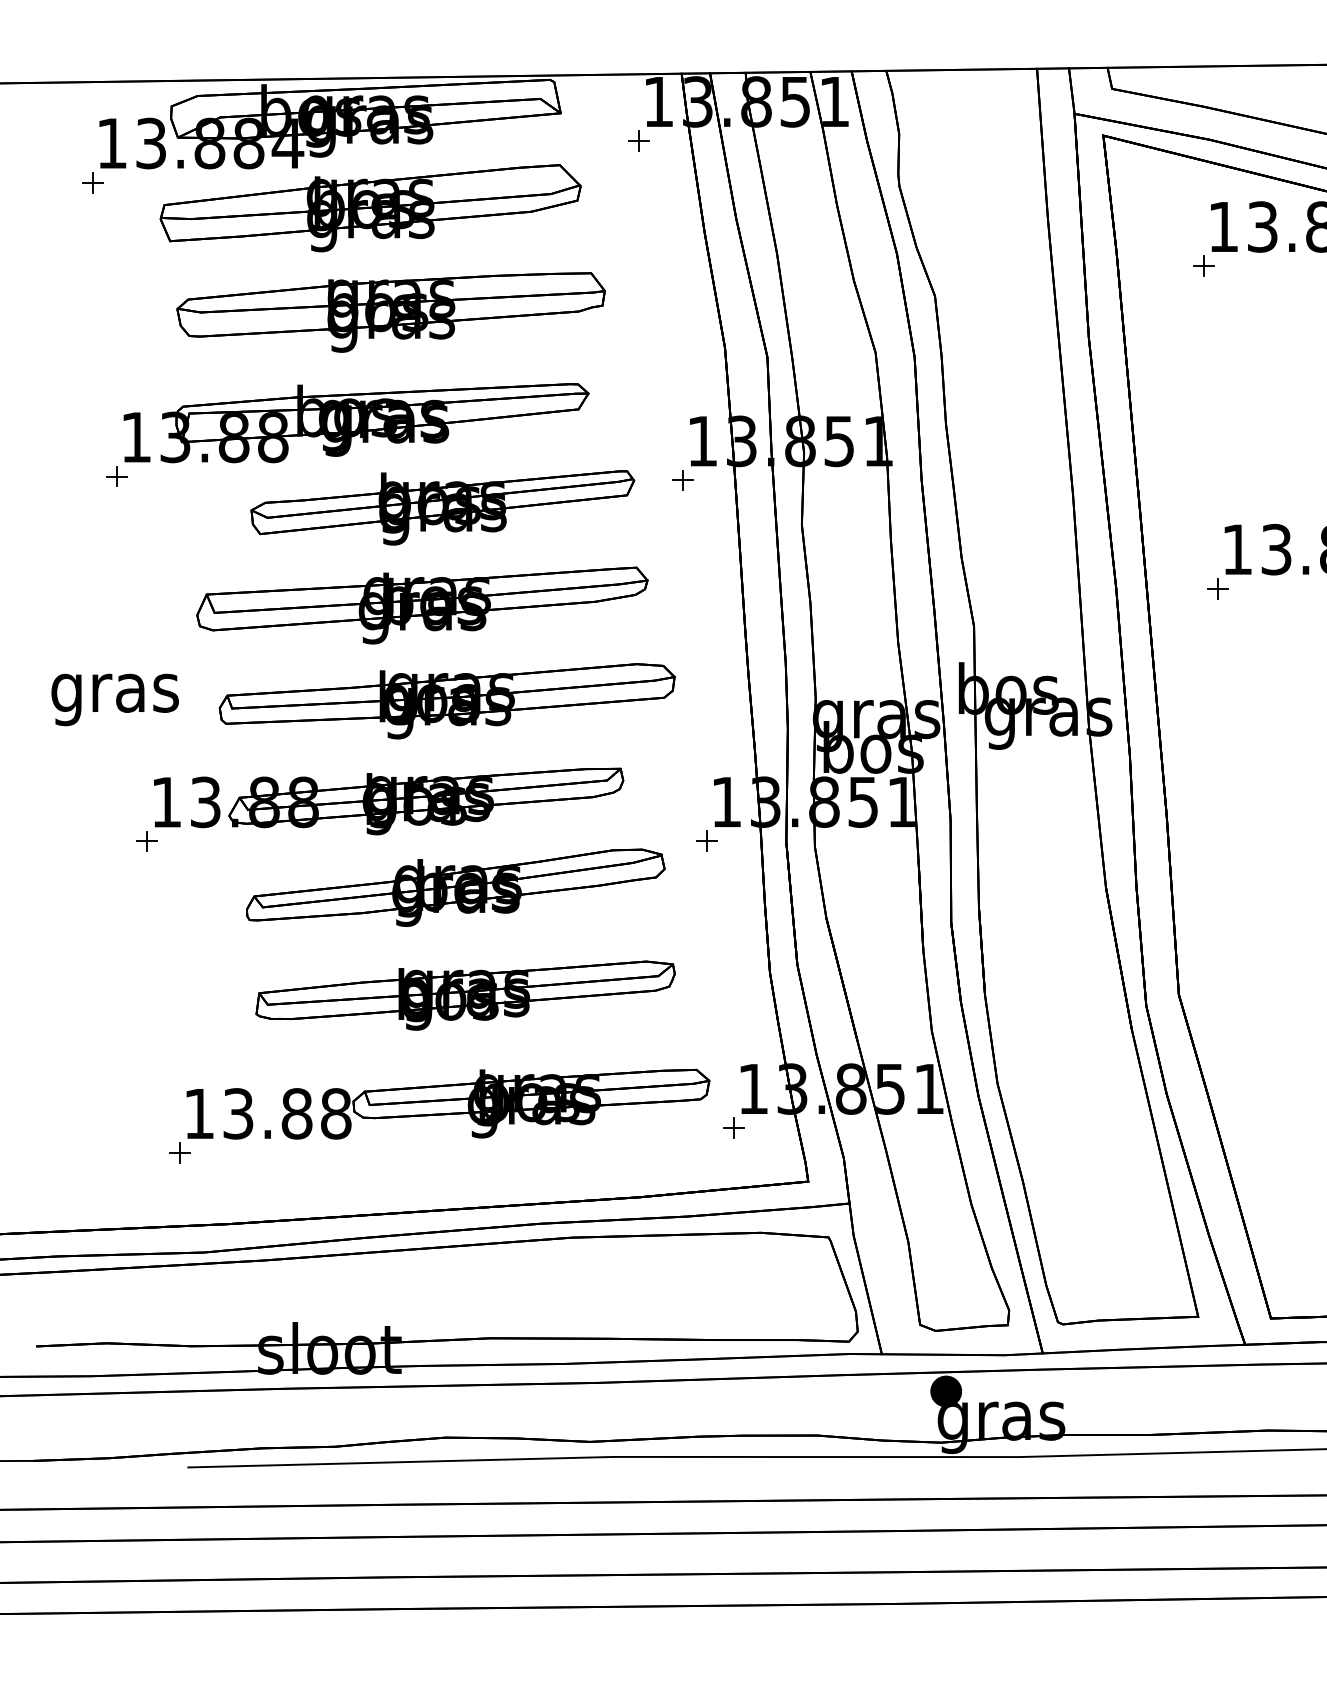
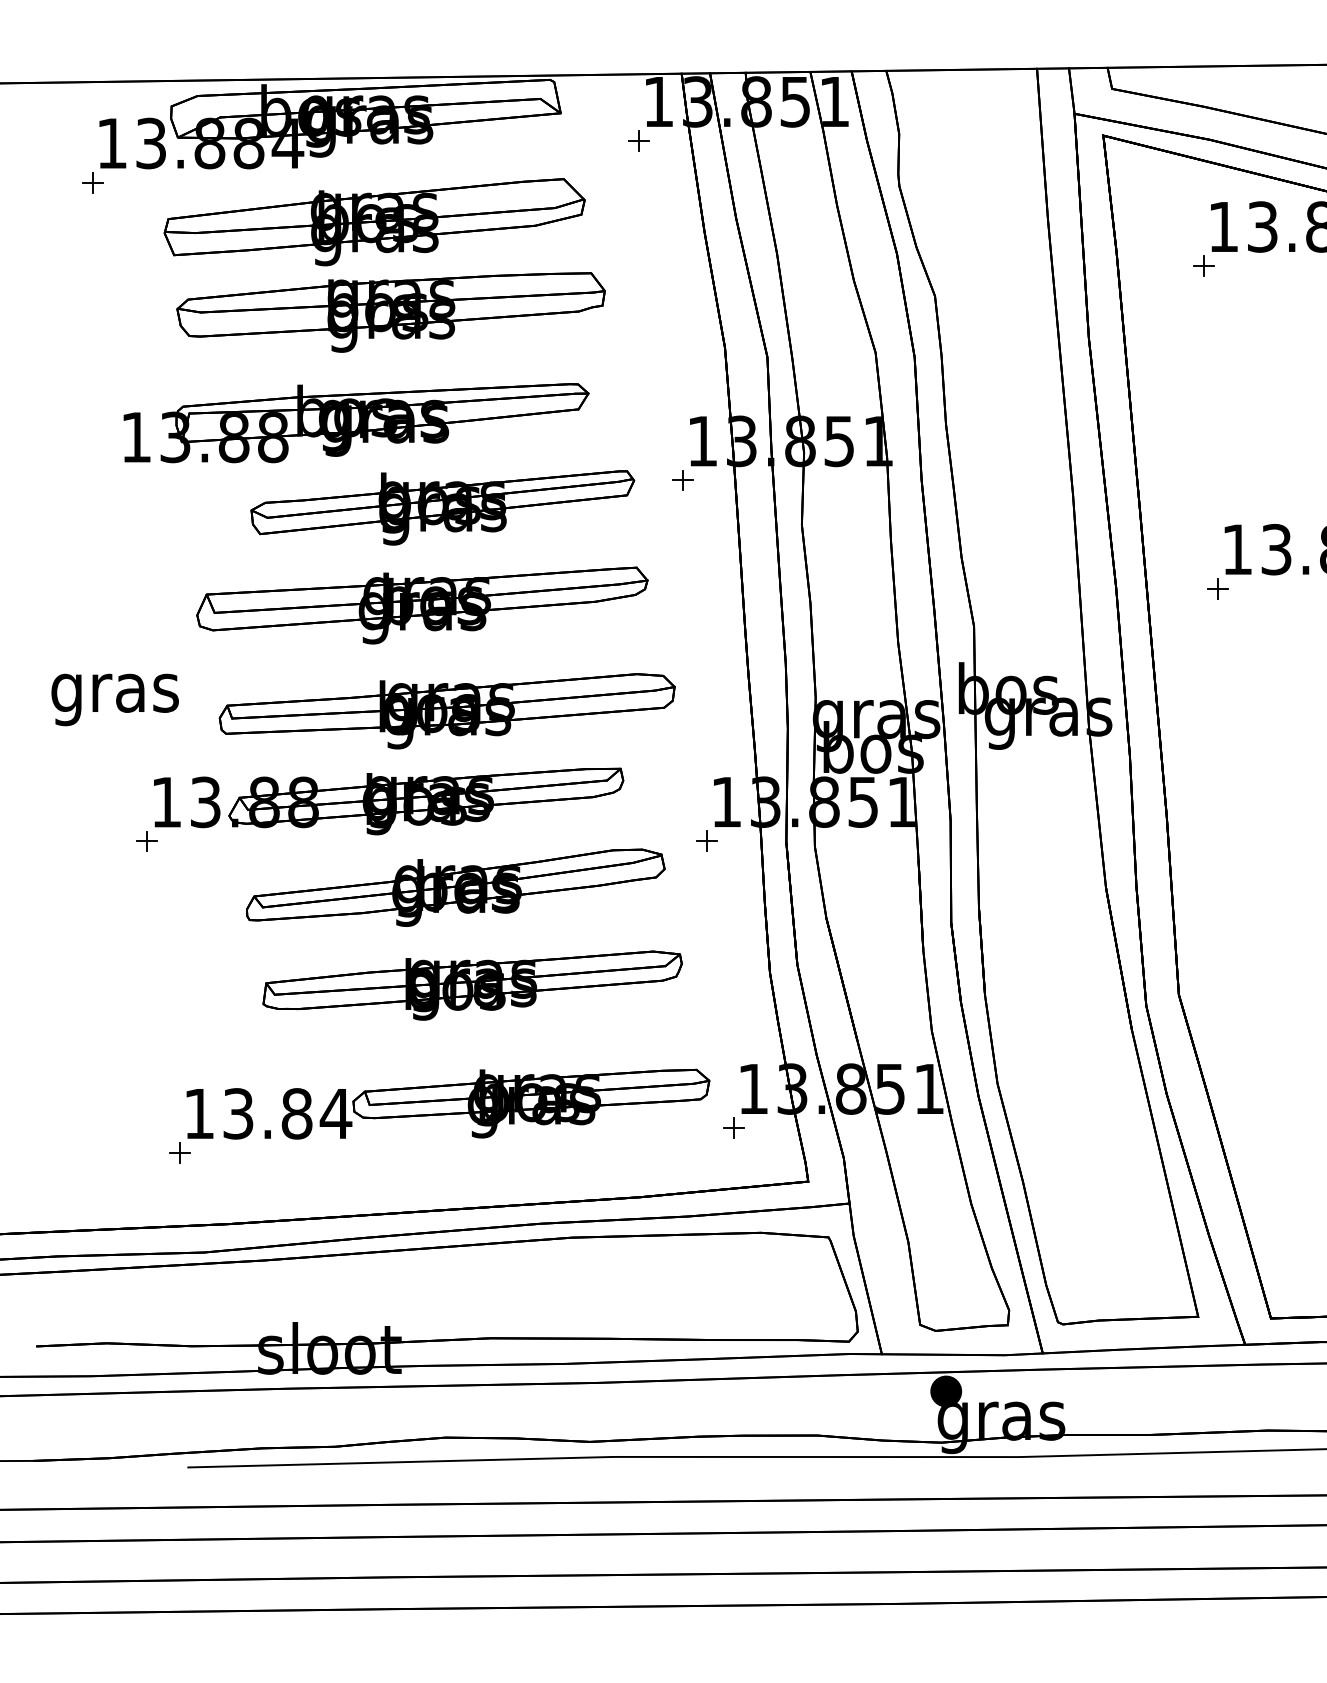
part at (370, 208) position: (370, 208) -> (374, 222)
part at (116, 476): present -> none
part at (446, 701) position: (446, 701) -> (446, 711)
part at (465, 995) position: (465, 995) -> (472, 985)
text at (335, 1113): 13.88 -> 13.84
